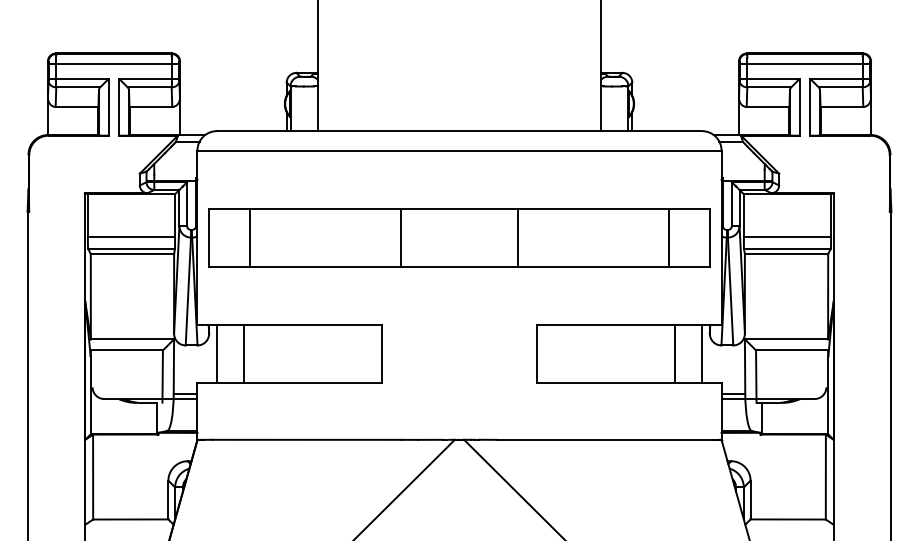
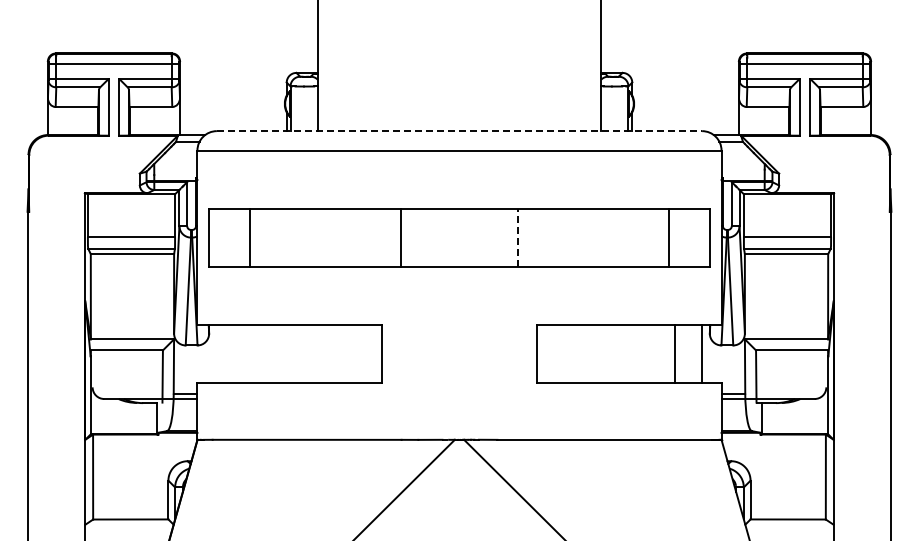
line at (459, 131): solid -> dashed
line at (517, 237): solid -> dashed
line at (216, 354): present -> none
line at (244, 354): present -> none
